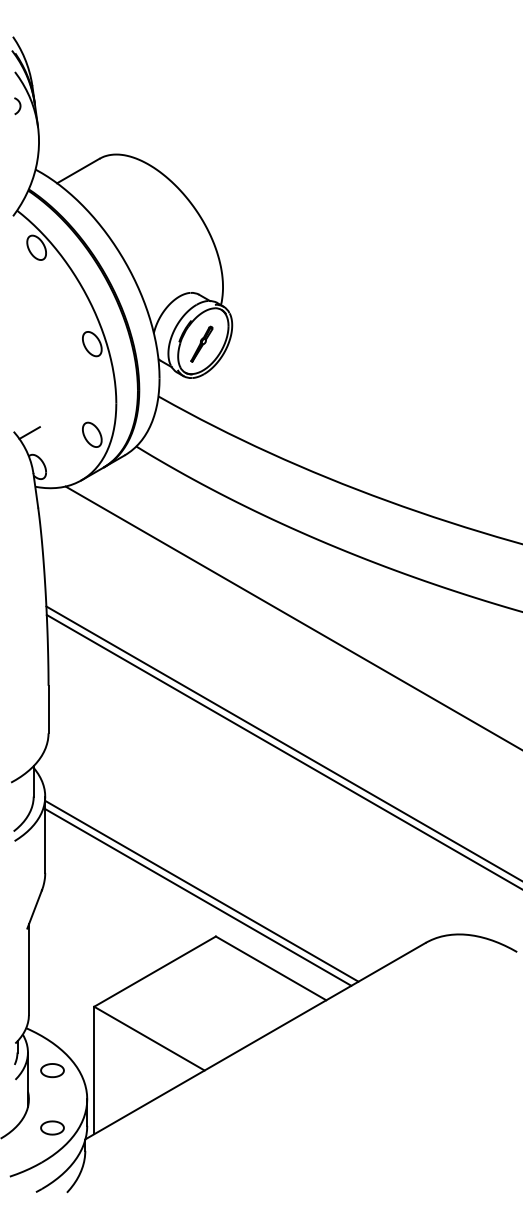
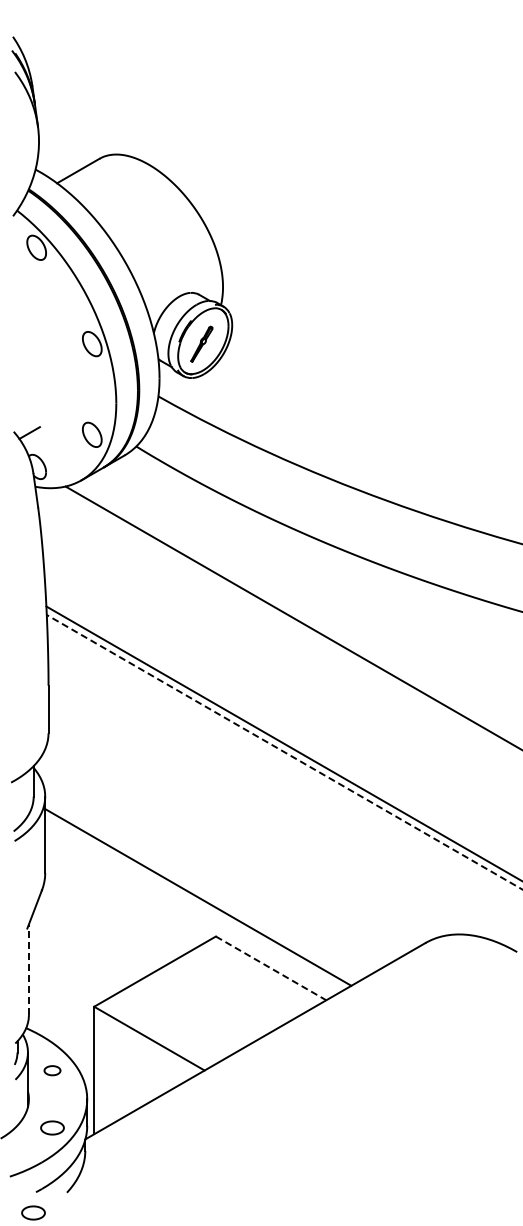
curve at (19, 106): present -> none
line at (284, 752): solid -> dashed
line at (201, 890): present -> none
line at (271, 968): solid -> dashed
line at (28, 969): solid -> dashed
part at (52, 1070) size: 25x16 px -> 19x12 px
part at (33, 1212): none -> present
